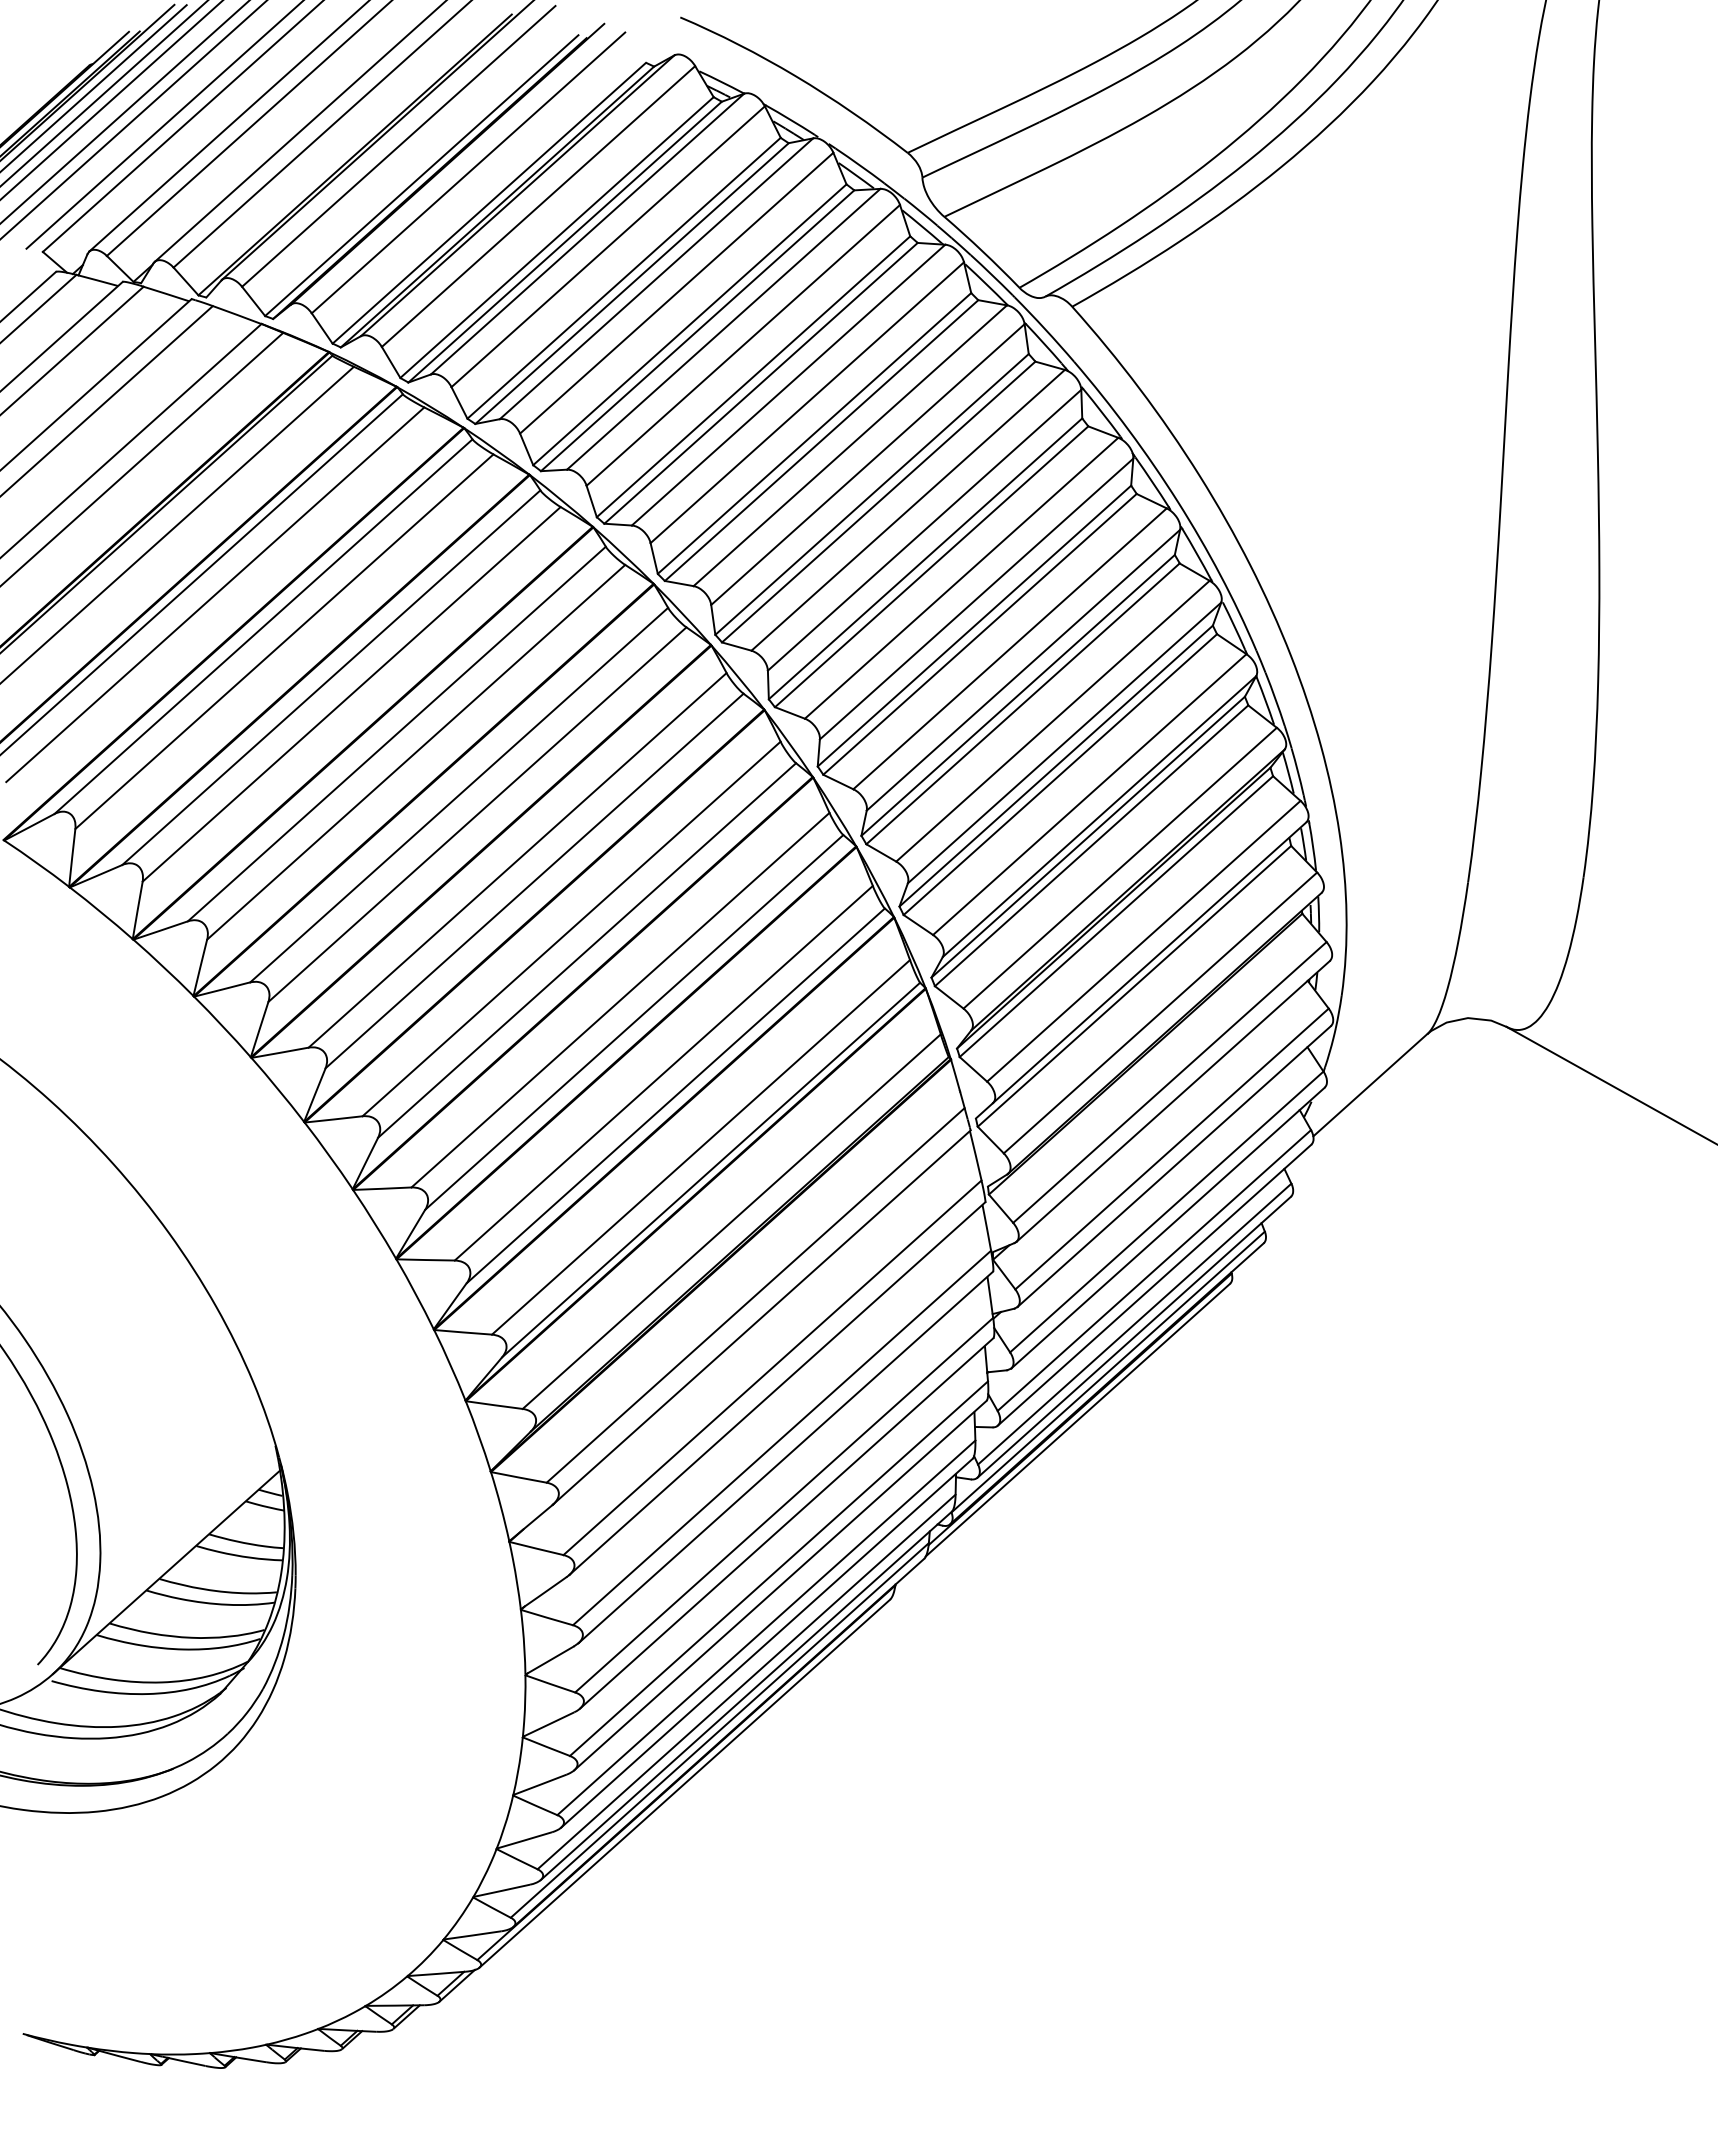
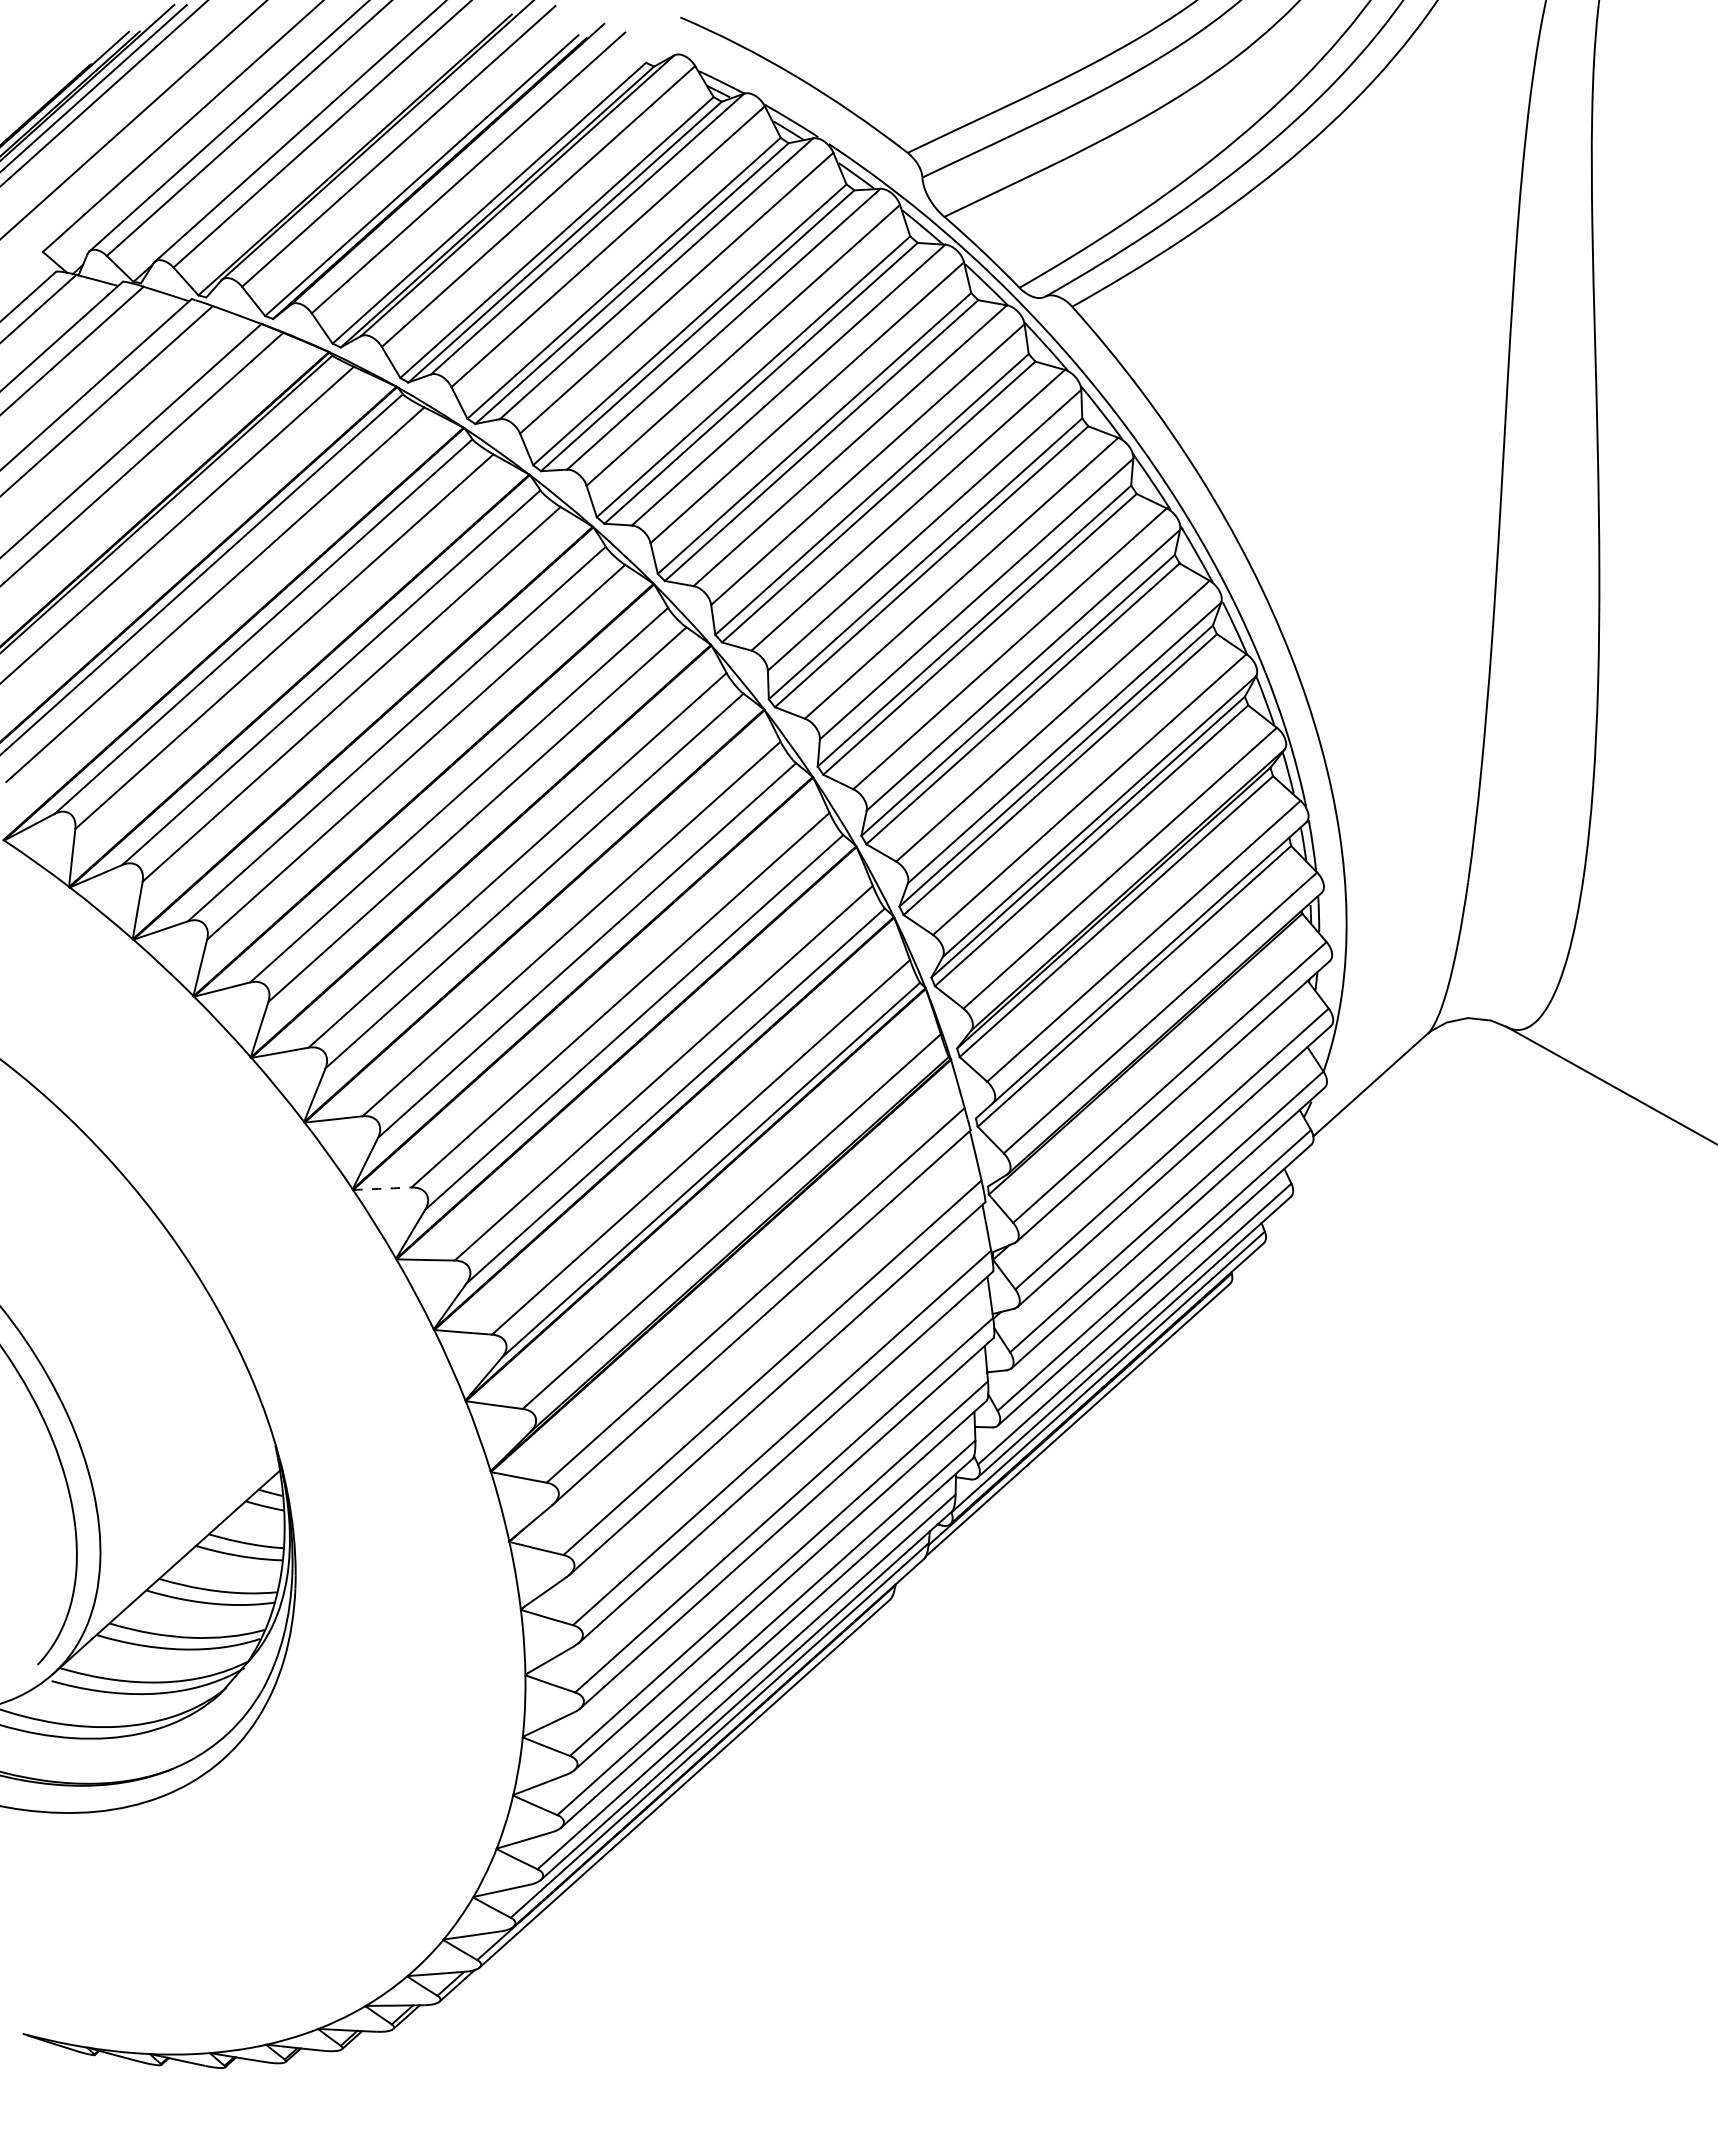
line at (111, 100): present -> none
line at (124, 112): present -> none
line at (163, 125): present -> none
arc at (382, 1188): solid -> dashed
